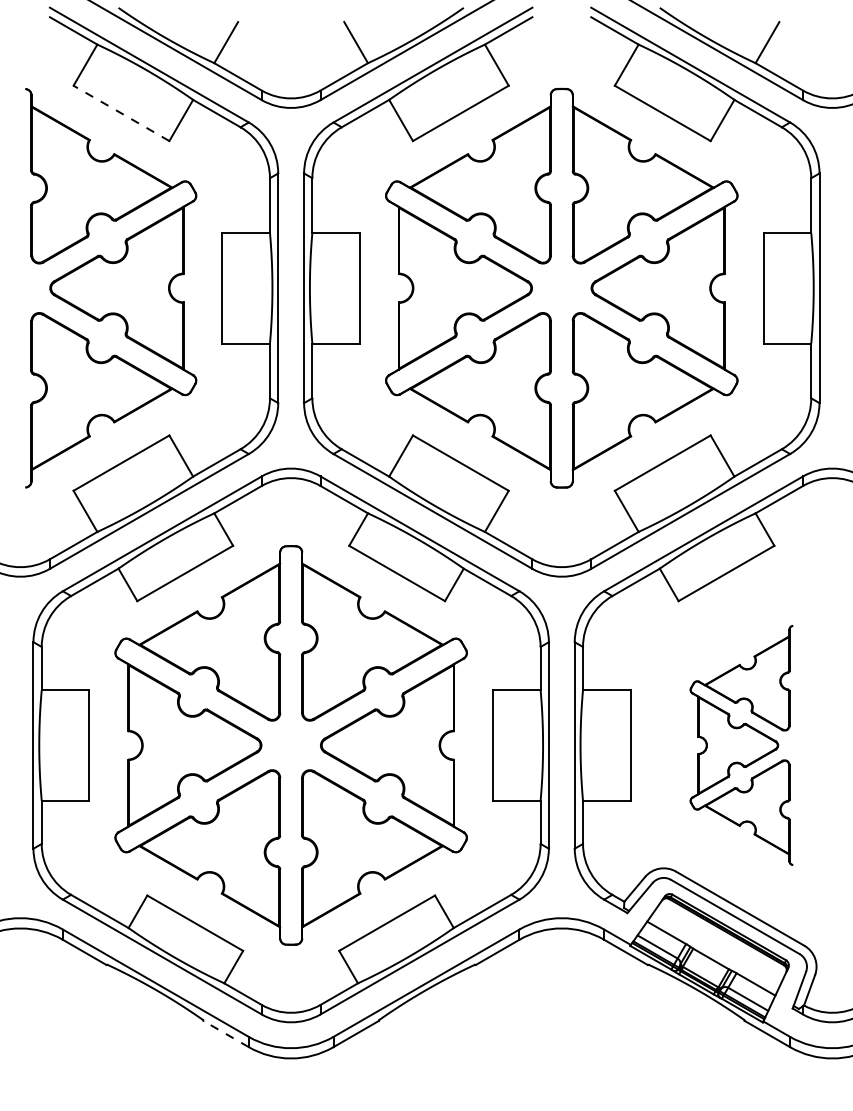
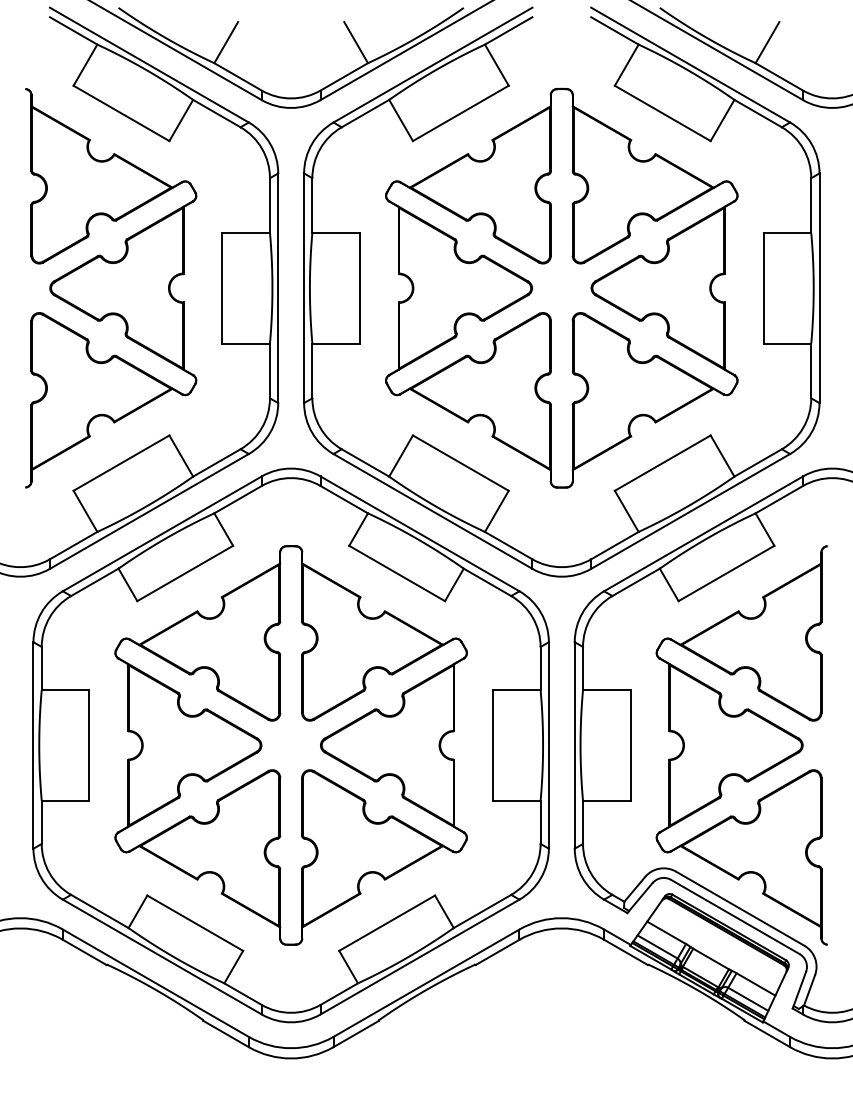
line at (121, 113): dashed -> solid
part at (741, 745) size: 105x241 px -> 173x401 px
line at (225, 1033): dashed -> solid
